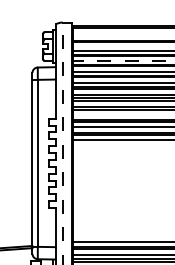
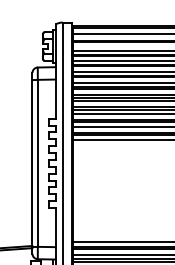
line at (122, 33): none -> present
line at (123, 60): dashed -> solid
line at (122, 113): none -> present
line at (62, 143): dashed -> solid
